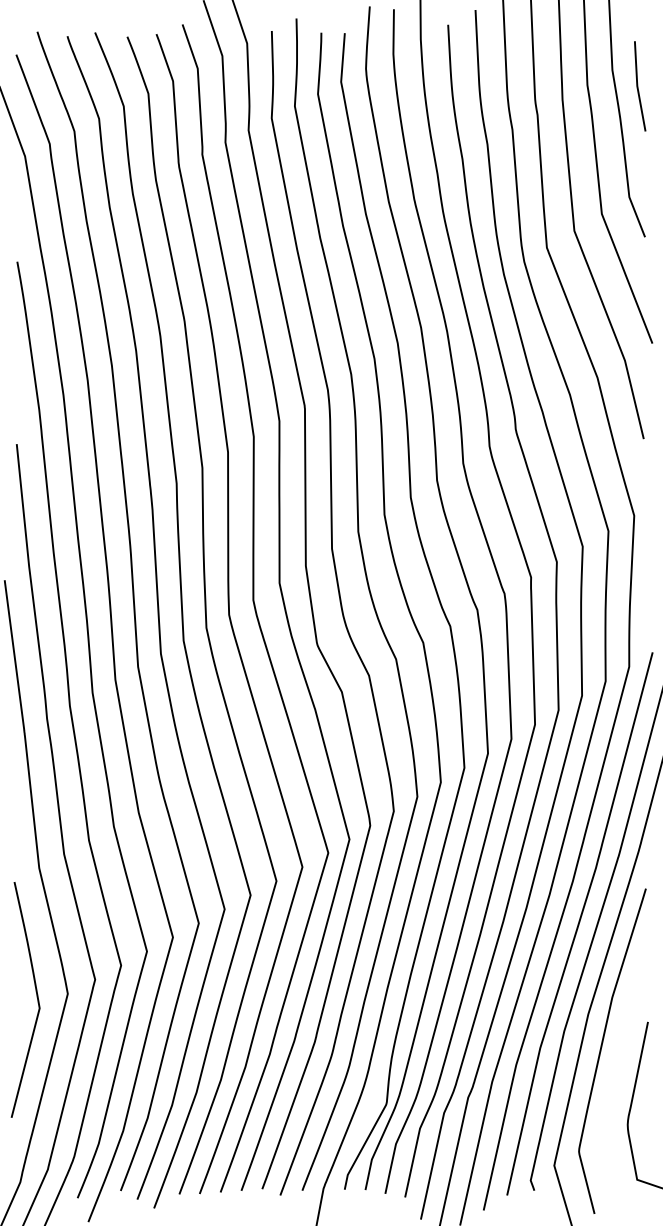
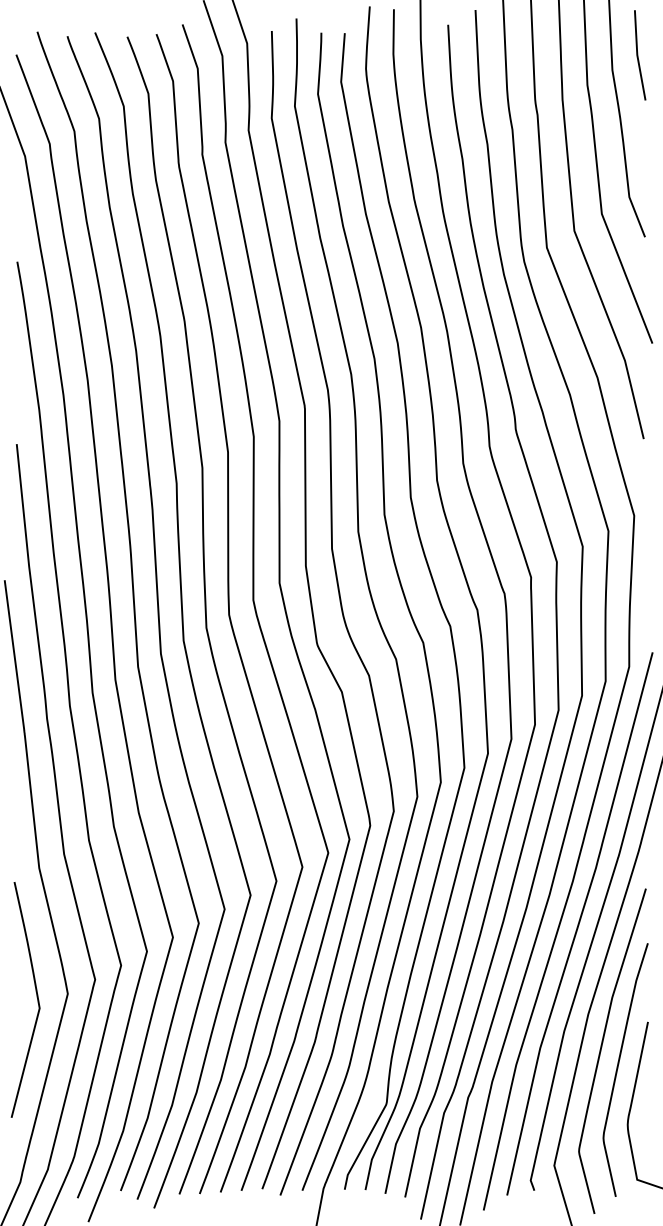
line at (638, 86) position: (638, 86) -> (638, 55)
curve at (618, 1068): none -> present
